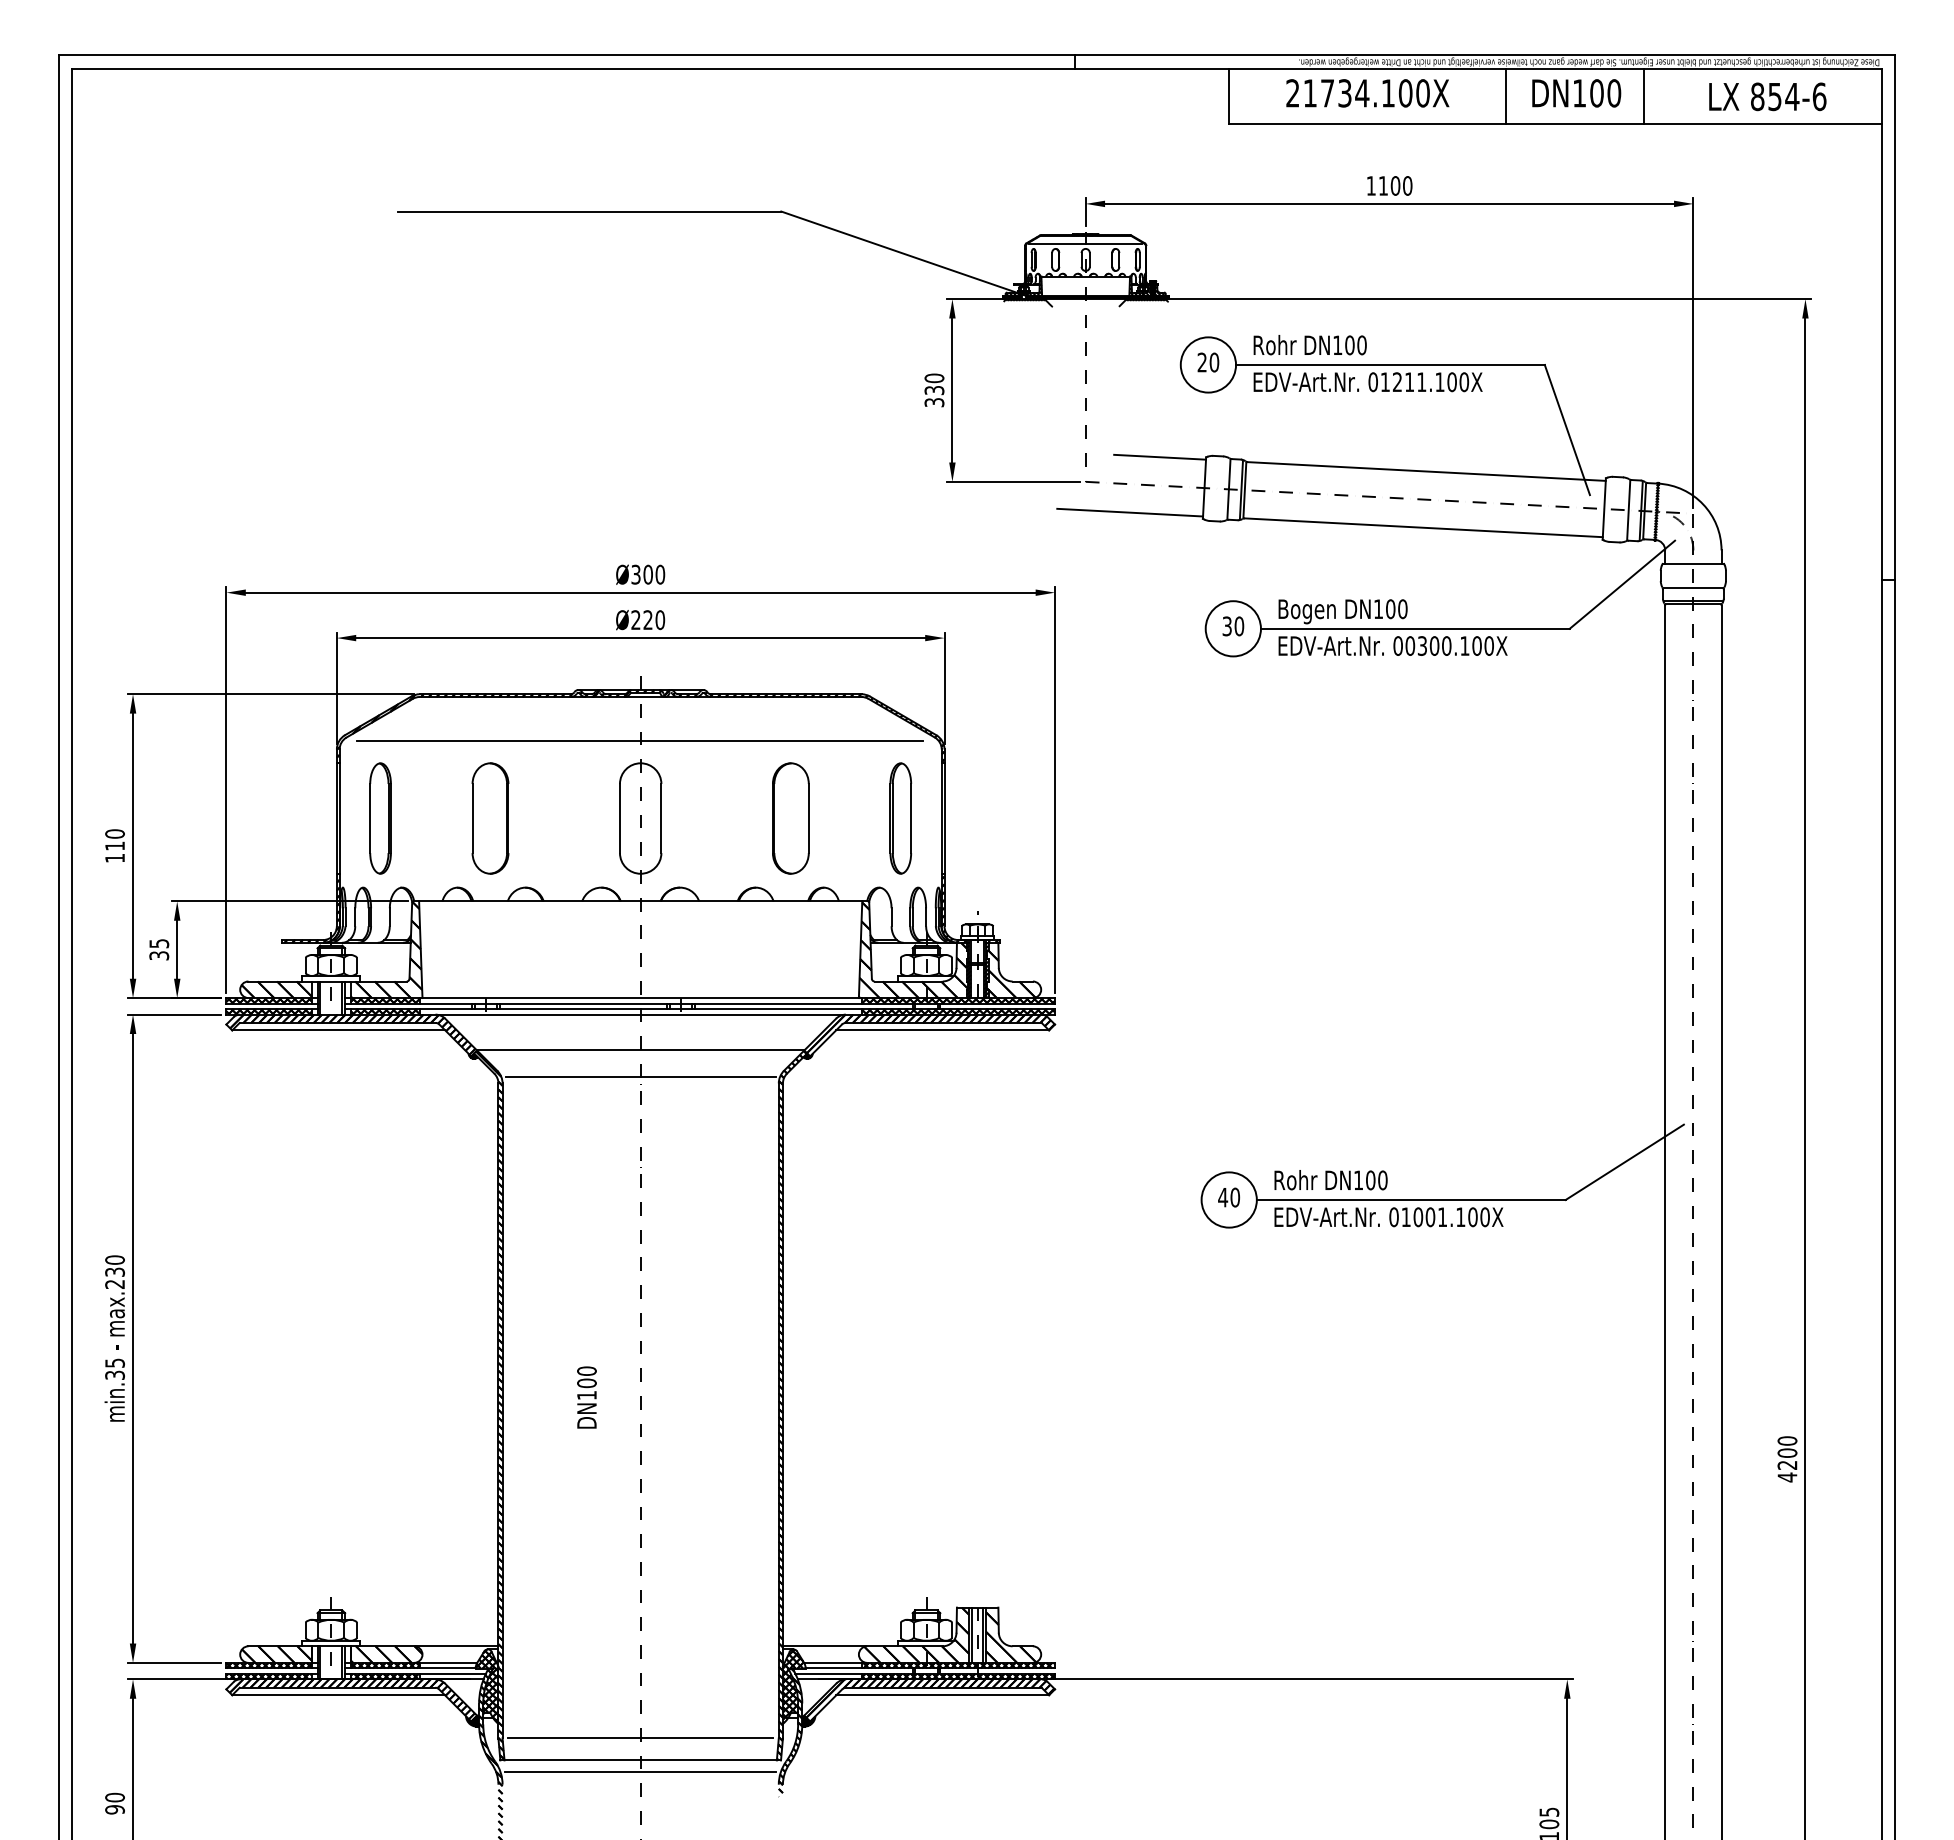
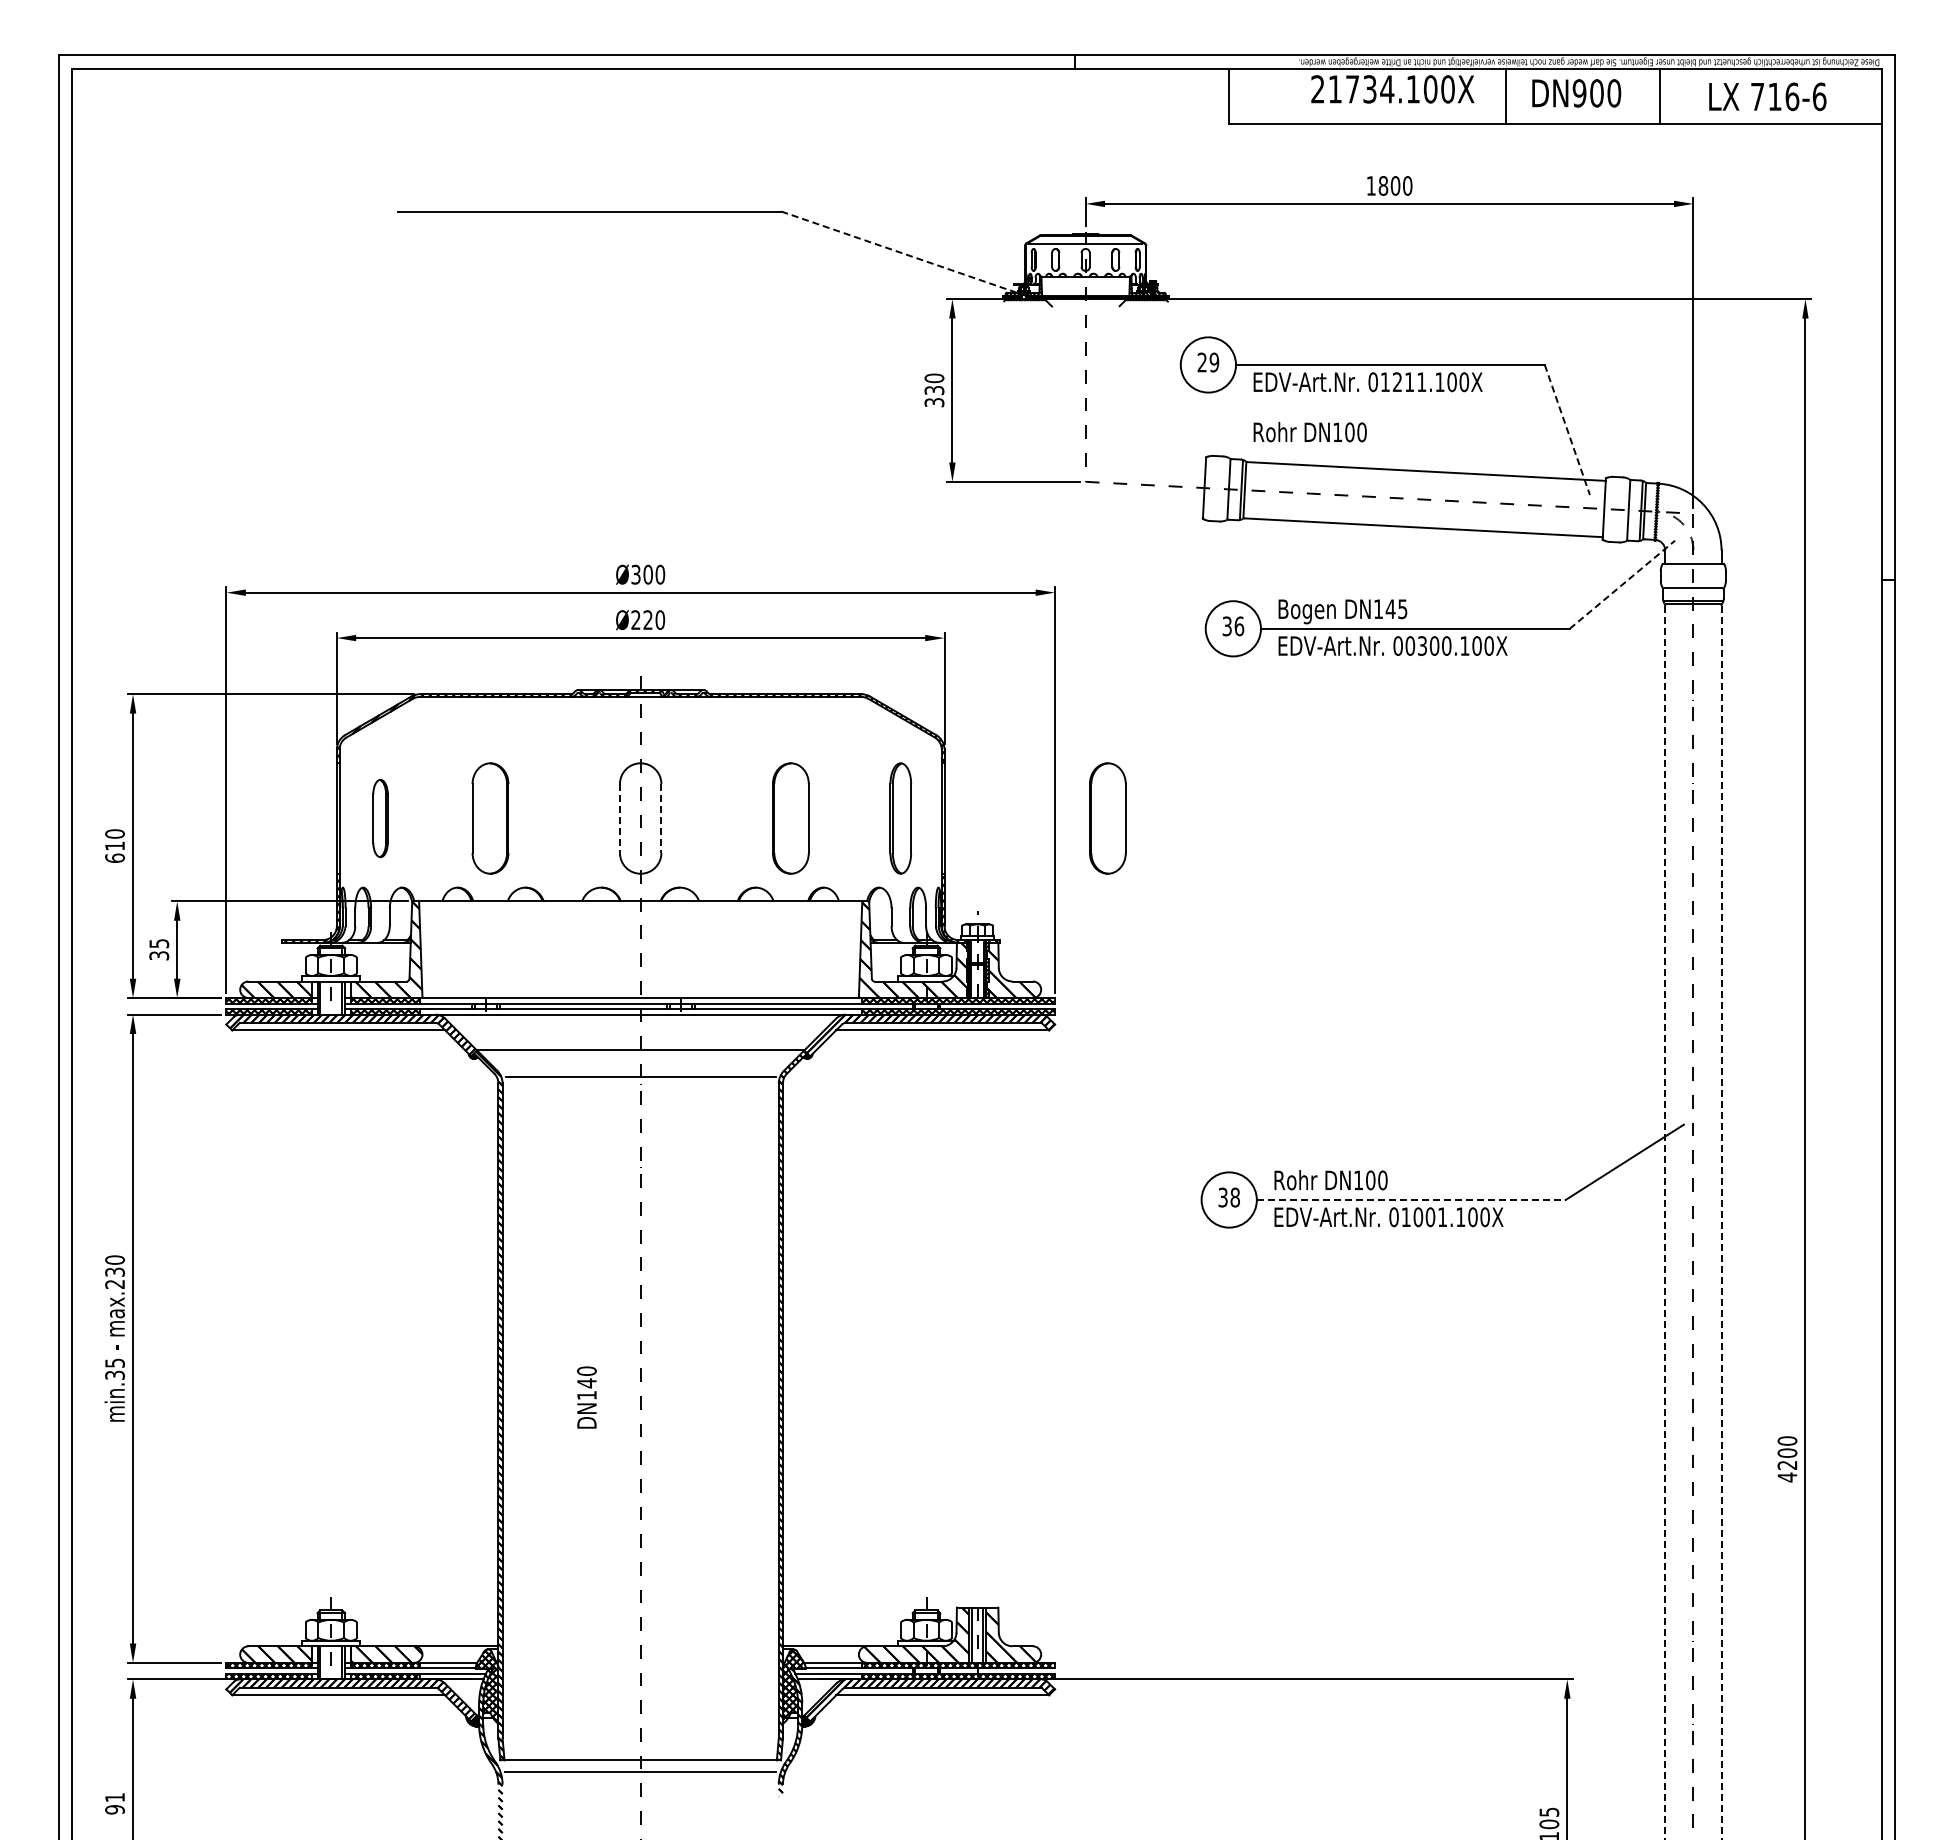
text at (1367, 93) position: (1367, 93) -> (1392, 89)
text at (1579, 93): DN100 -> DN900
line at (1643, 96) position: (1643, 96) -> (1659, 96)
text at (1775, 96): 854-6 -> 716-6
text at (1383, 185): 1100 -> 1800
line at (905, 254): solid -> dashed
text at (1309, 345) position: (1309, 345) -> (1309, 432)
text at (1214, 362): 20 -> 29
line at (1567, 430): solid -> dashed
line at (1160, 456): present -> none
line at (1130, 512): present -> none
line at (1622, 584): solid -> dashed
text at (1396, 609): DN100 -> DN145
text at (1239, 626): 30 -> 36
line at (639, 741): present -> none
part at (380, 818) size: 23x113 px -> 17x80 px
line at (619, 818): solid -> dashed
line at (661, 818): solid -> dashed
part at (1107, 818): none -> present
text at (114, 857): 110 -> 610
text at (1229, 1197): 40 -> 38
line at (1411, 1200): solid -> dashed
line at (1665, 1222): solid -> dashed
line at (1721, 1222): solid -> dashed
text at (586, 1383): DN100 -> DN140
line at (640, 1738): present -> none
text at (114, 1797): 90 -> 91
